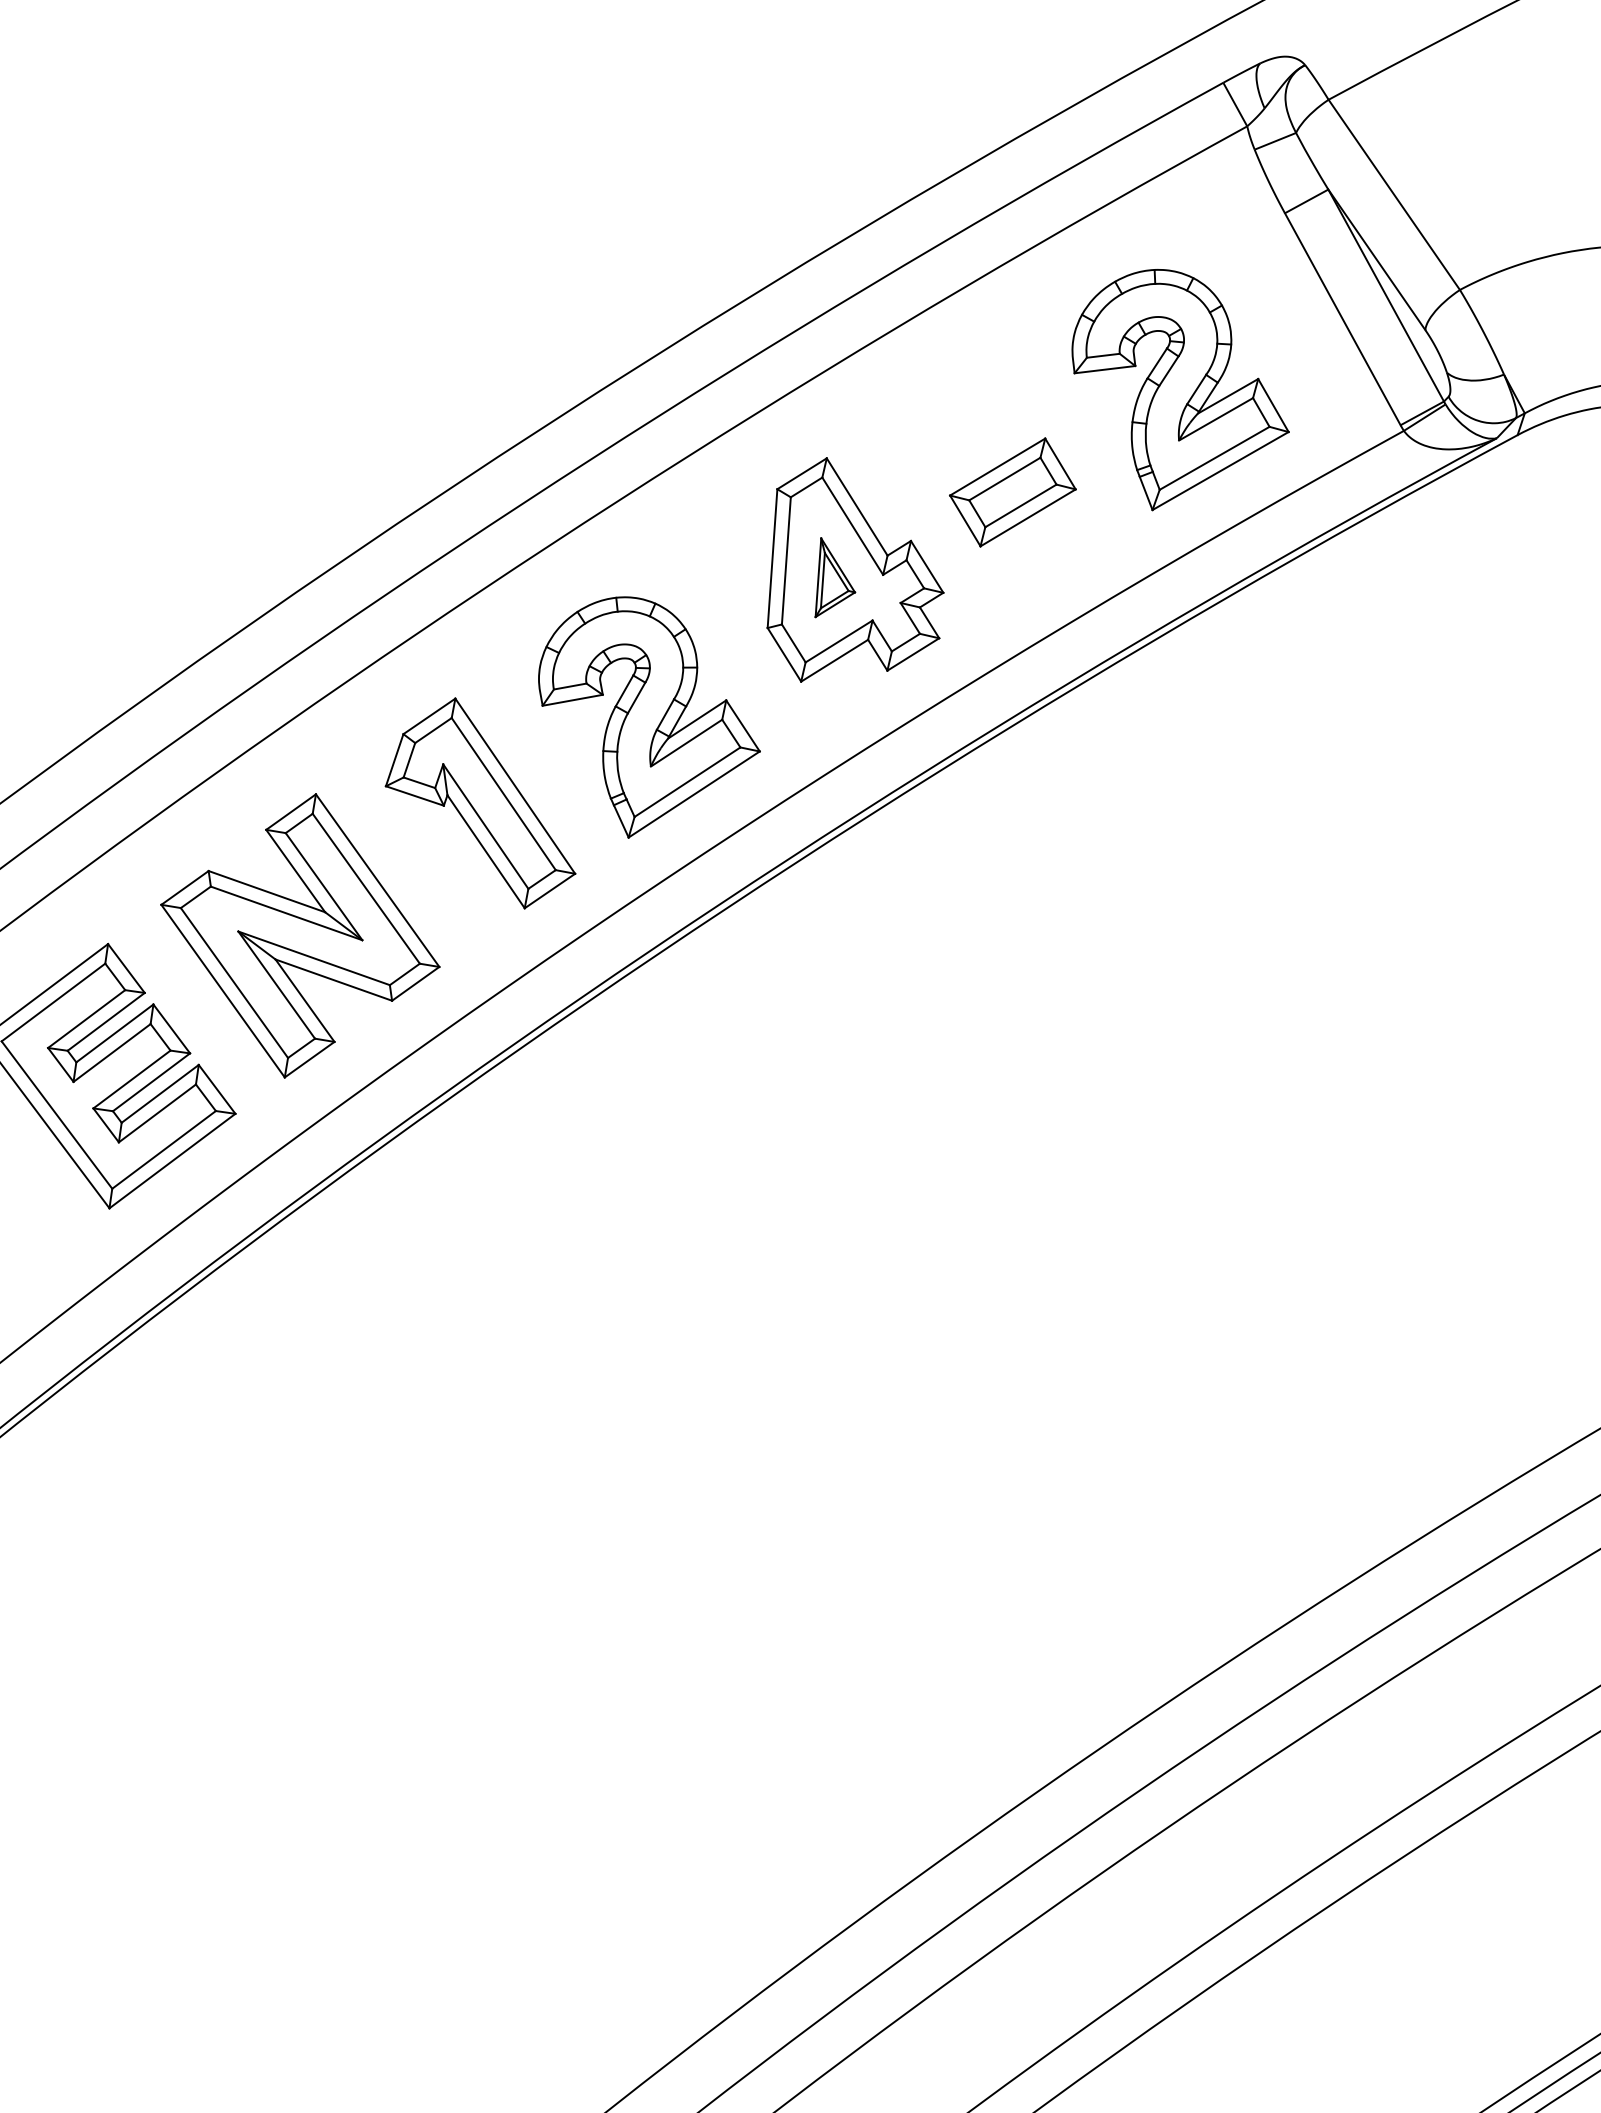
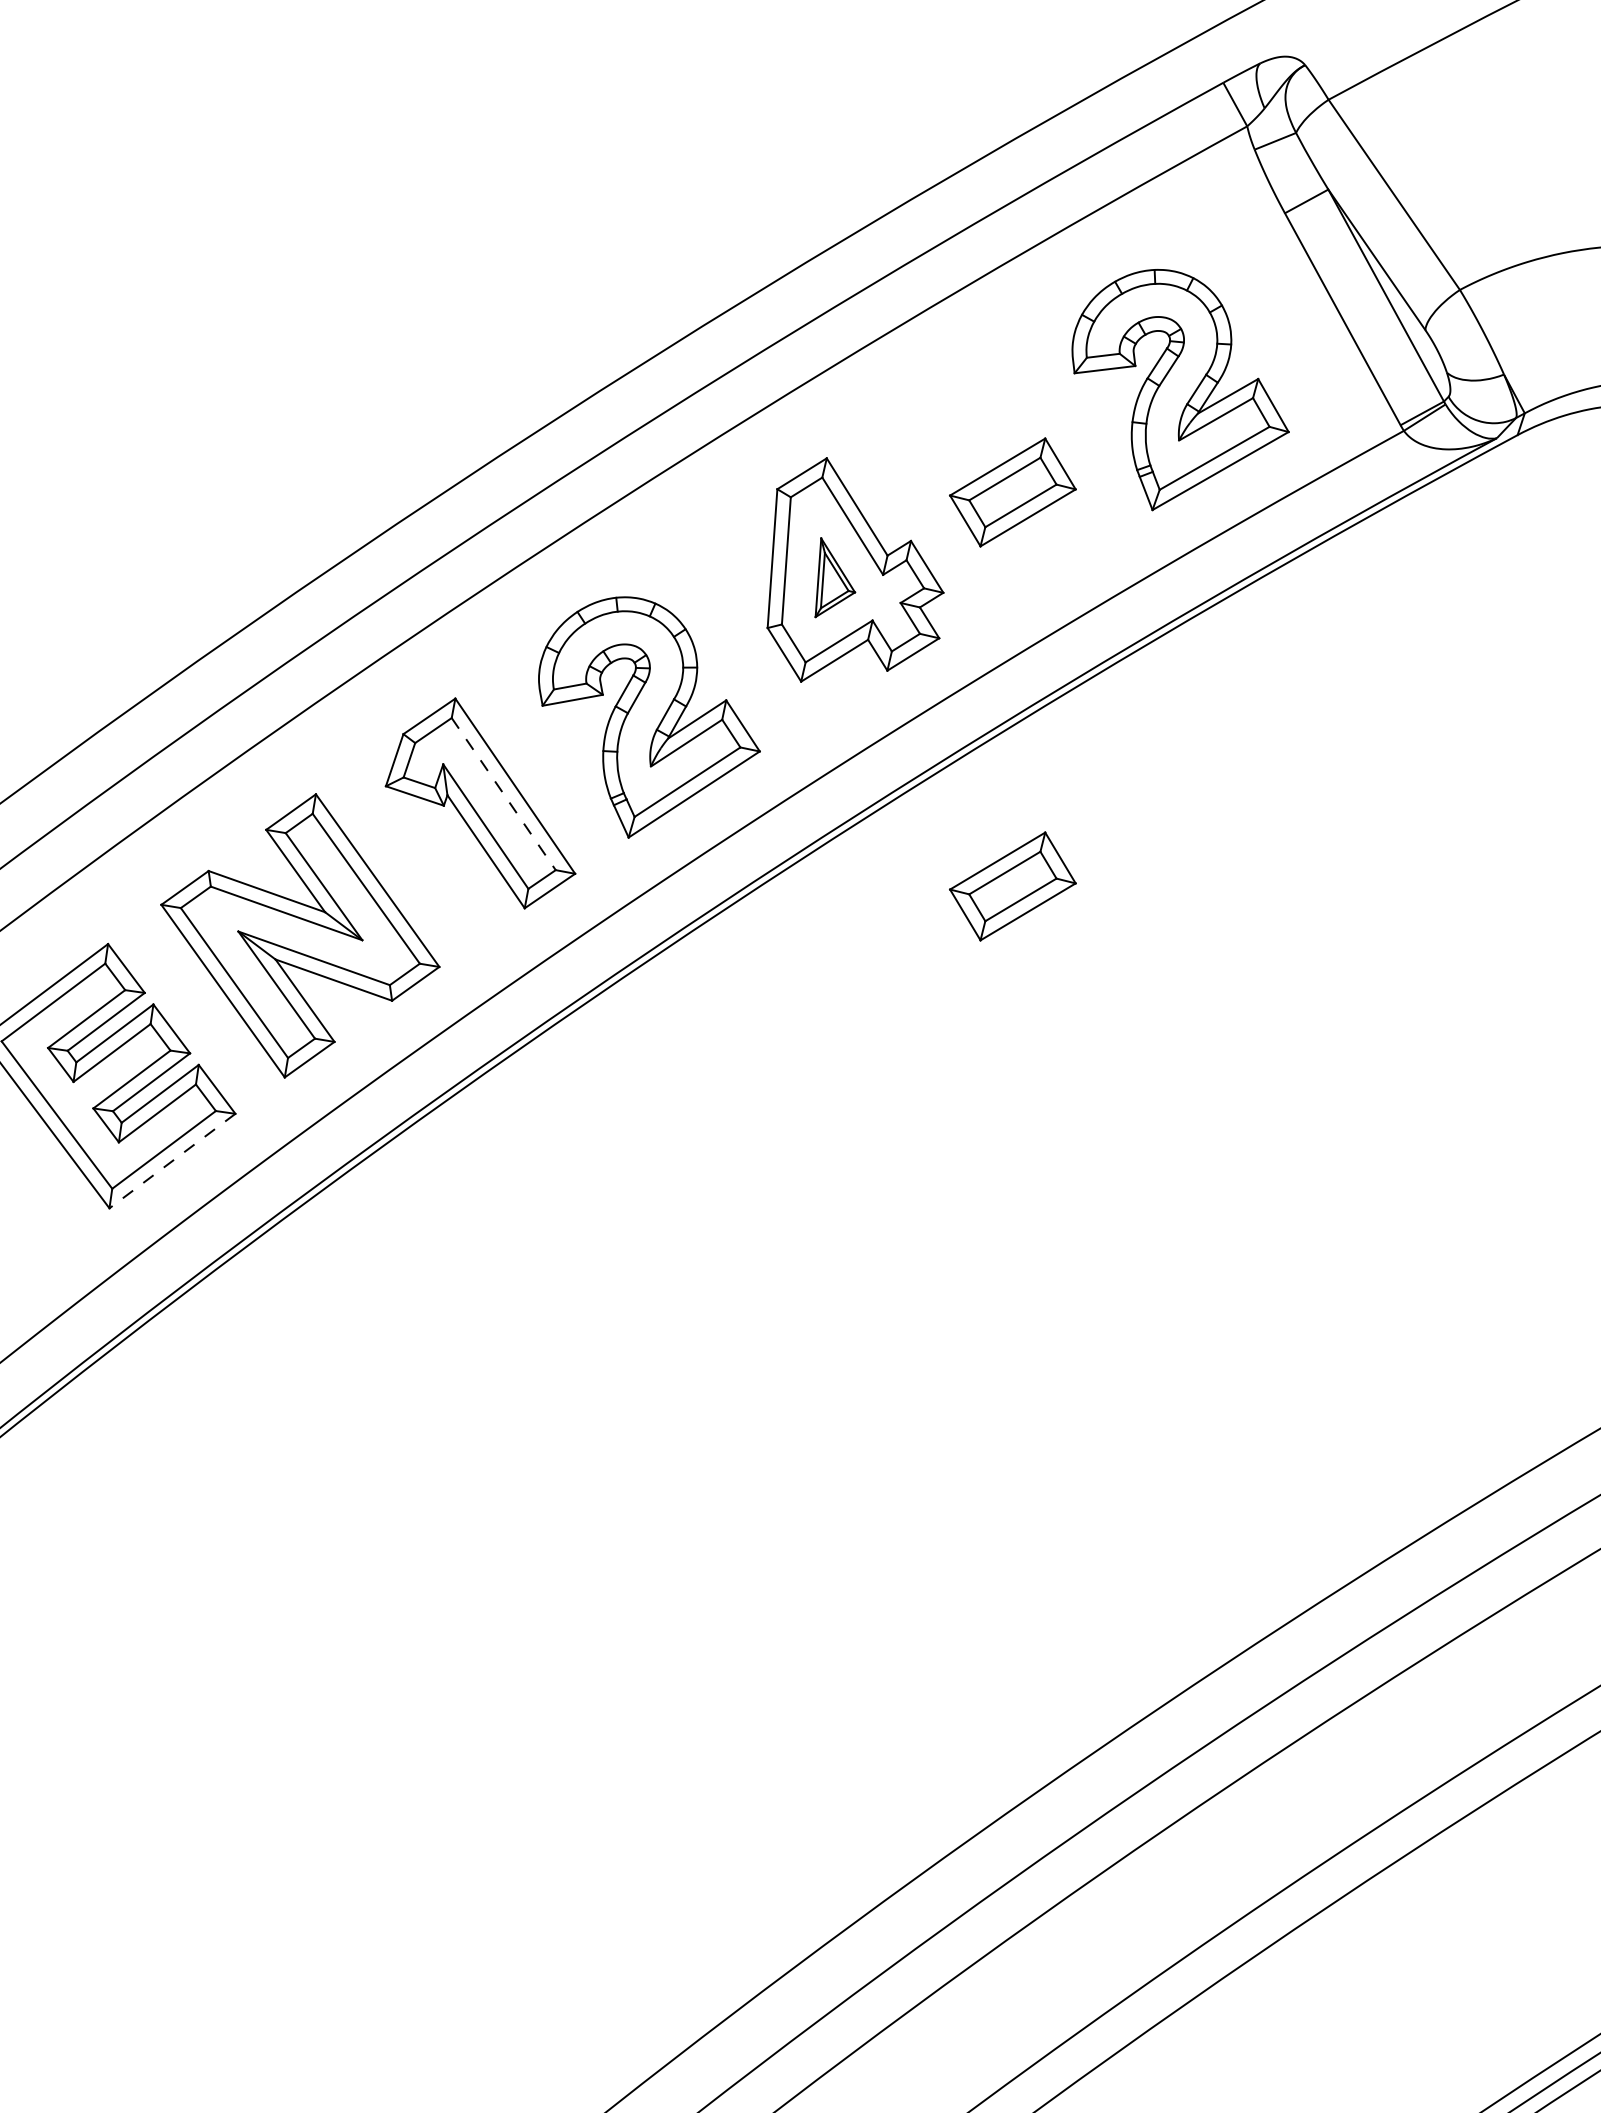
line at (504, 794): solid -> dashed
part at (1012, 886): none -> present
line at (172, 1161): solid -> dashed
